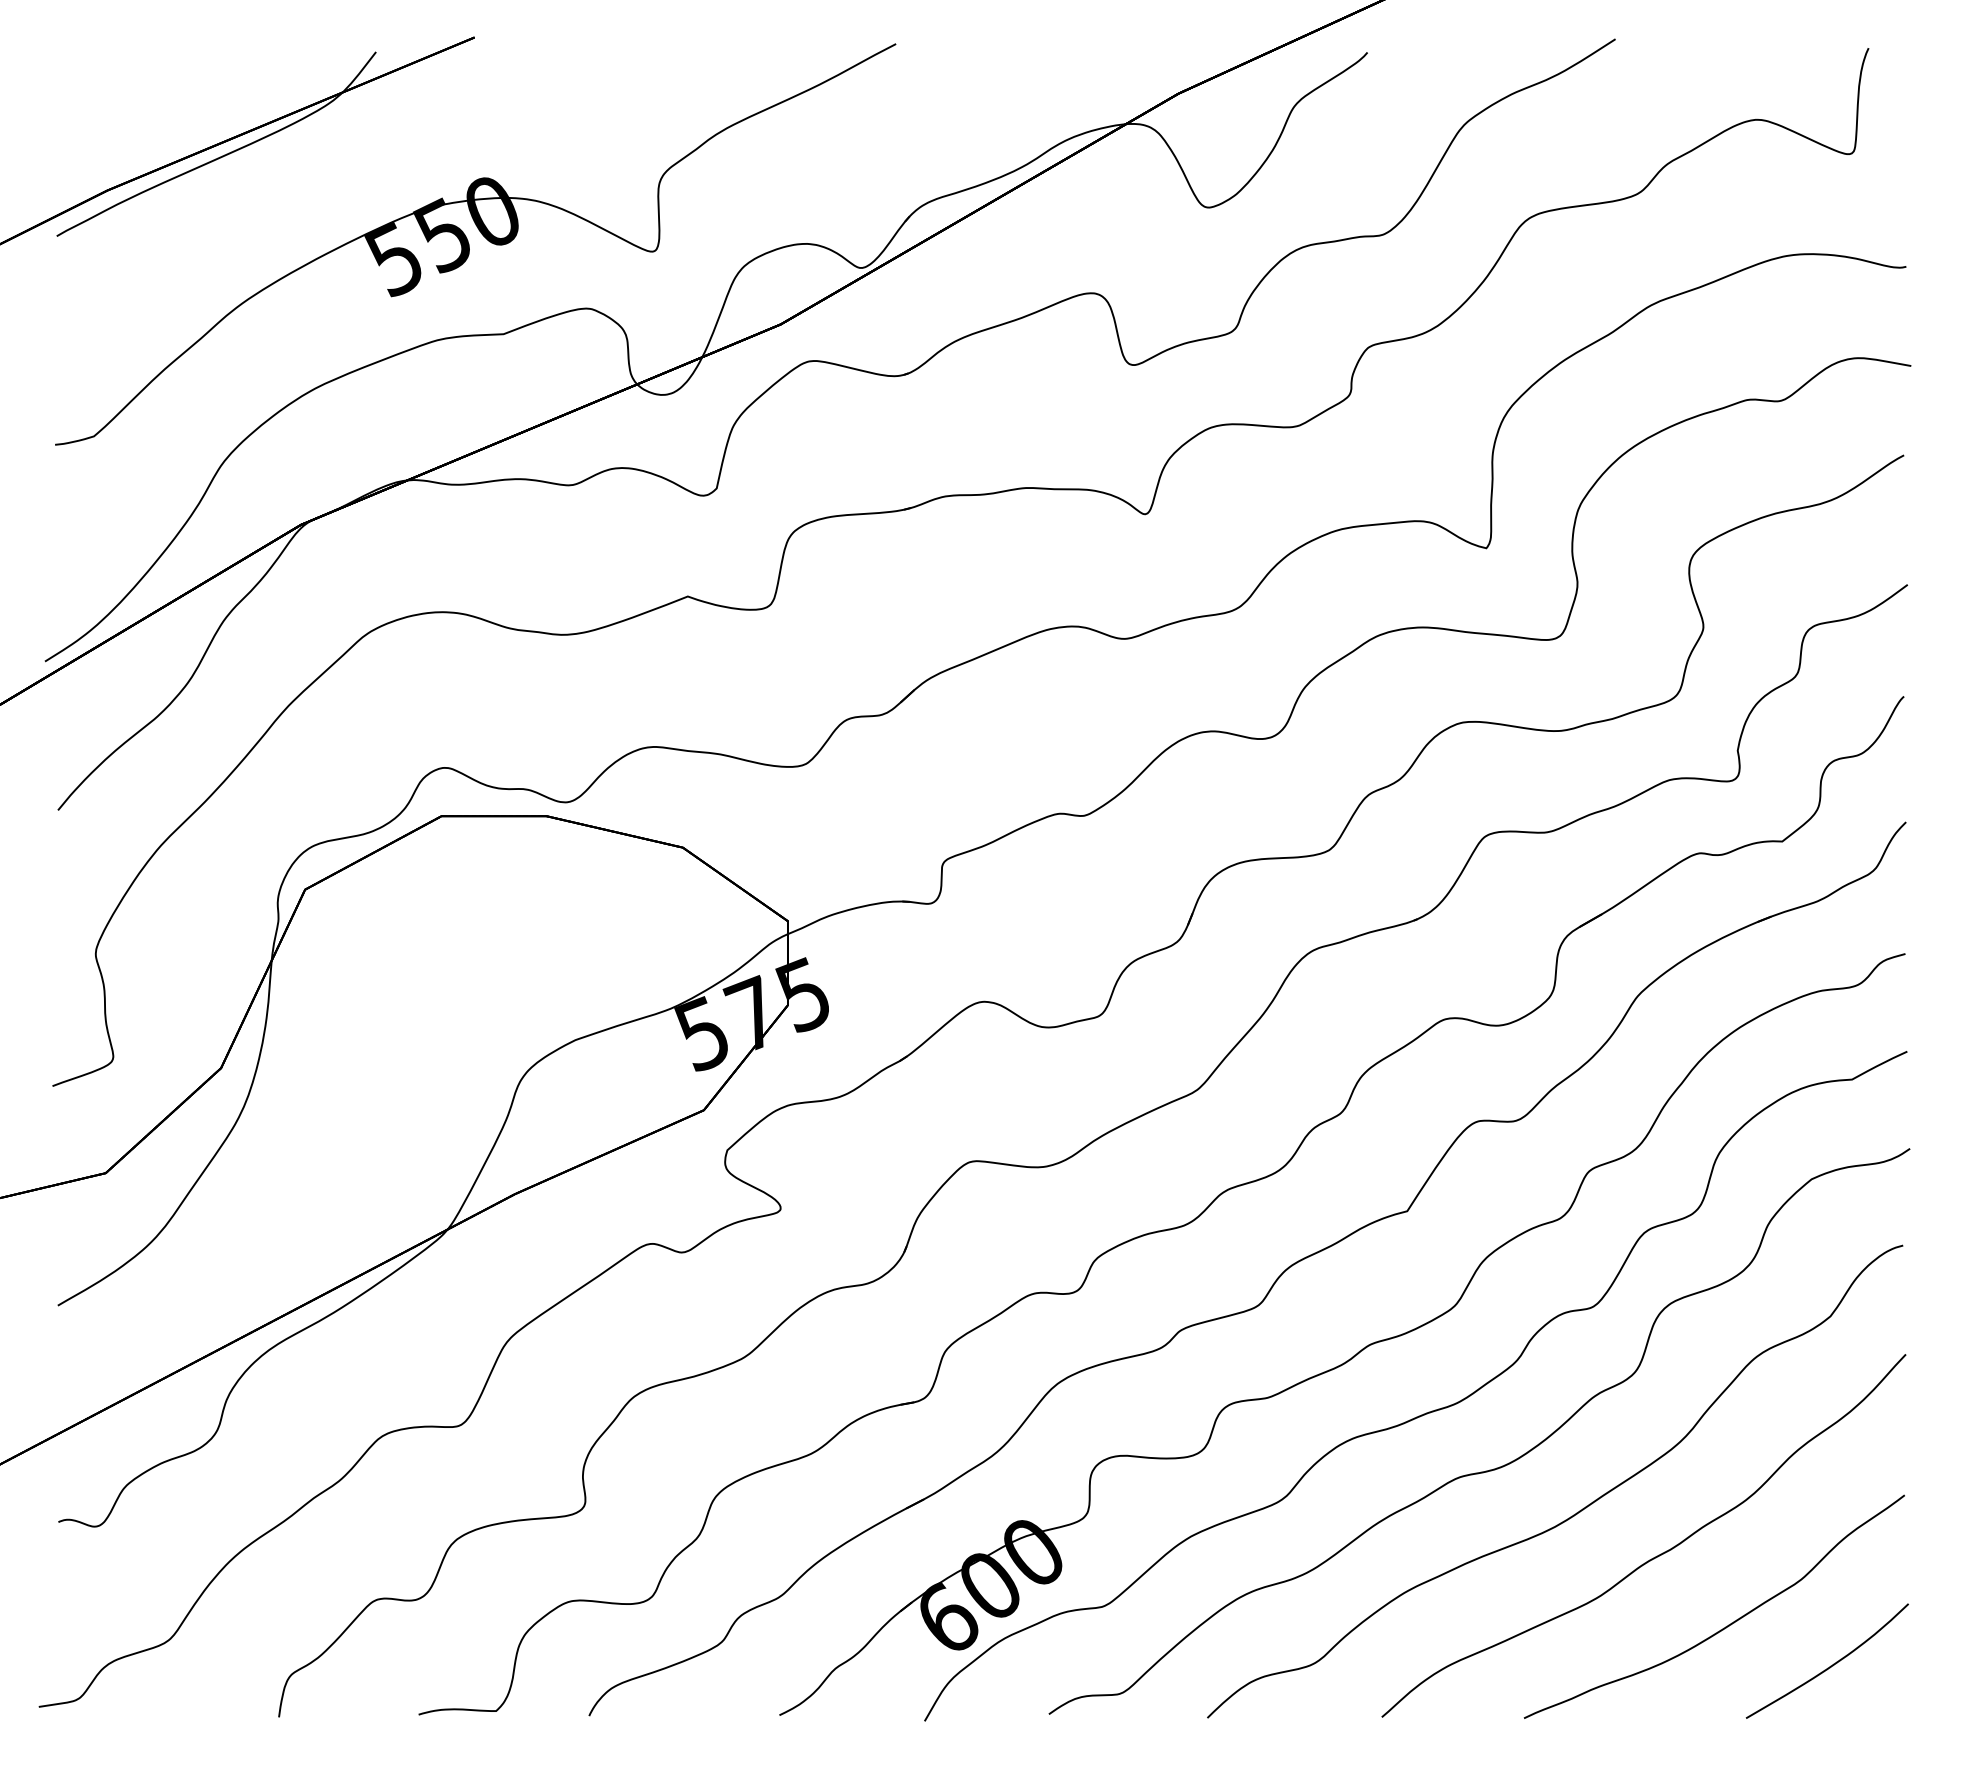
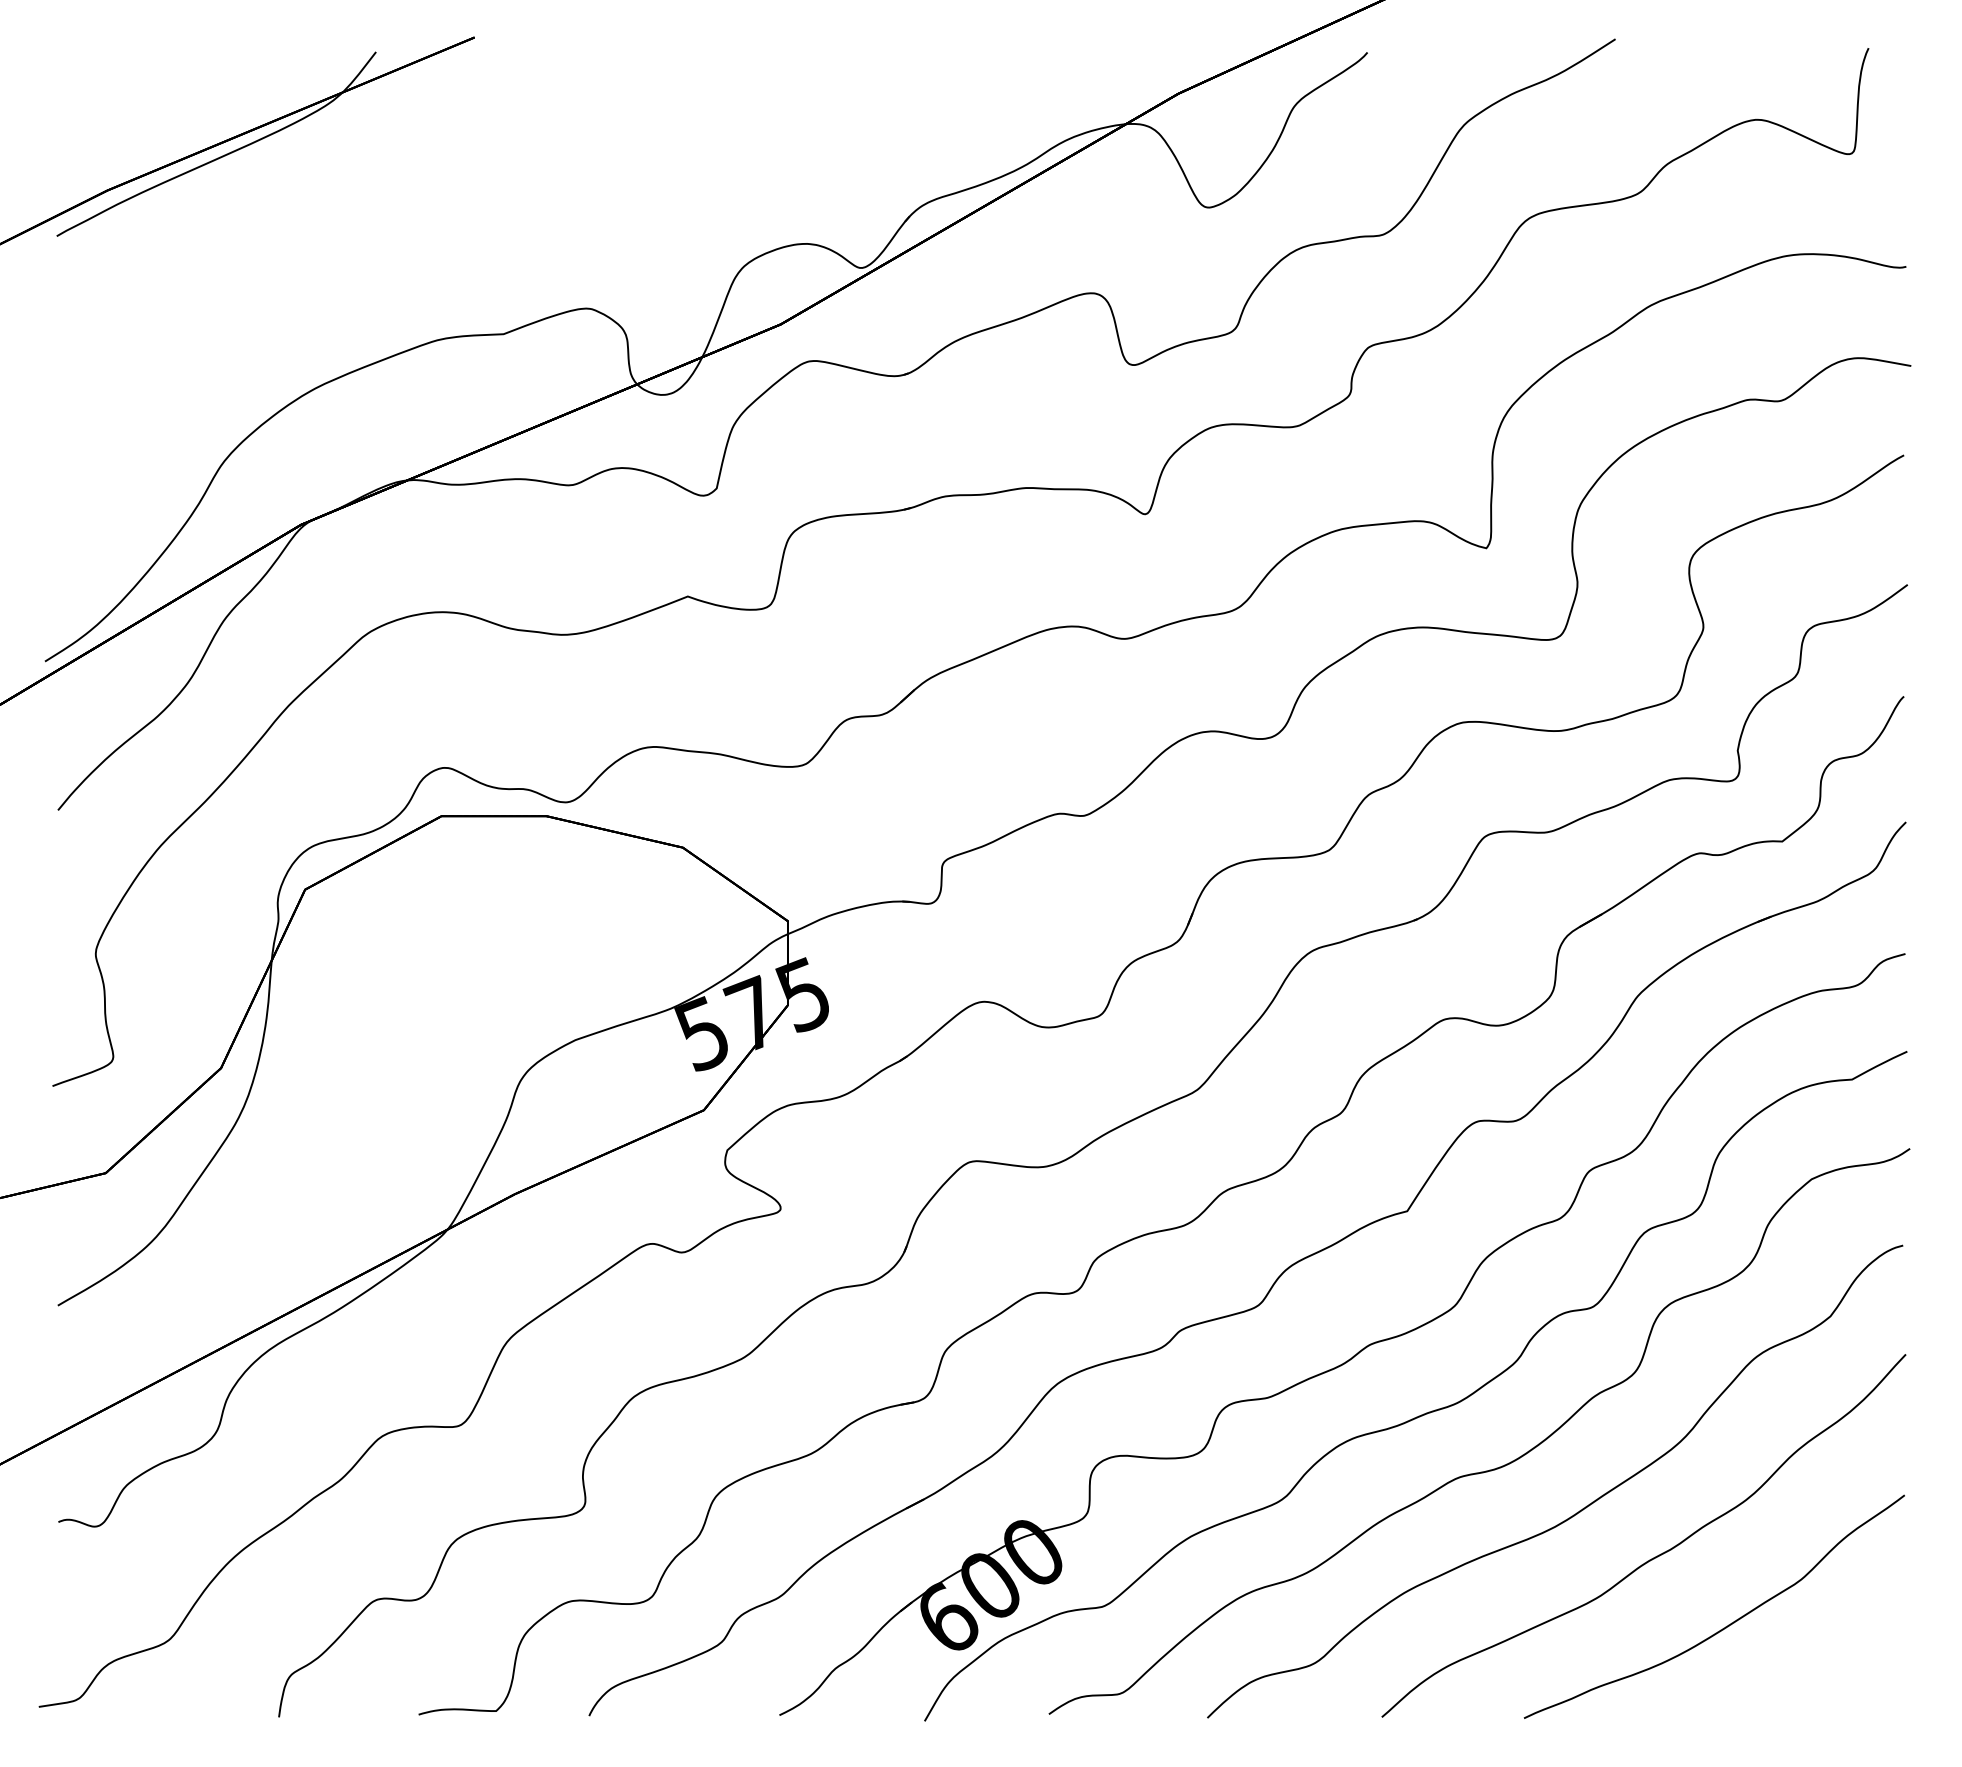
part at (475, 244): present -> none
curve at (1830, 1665): present -> none
